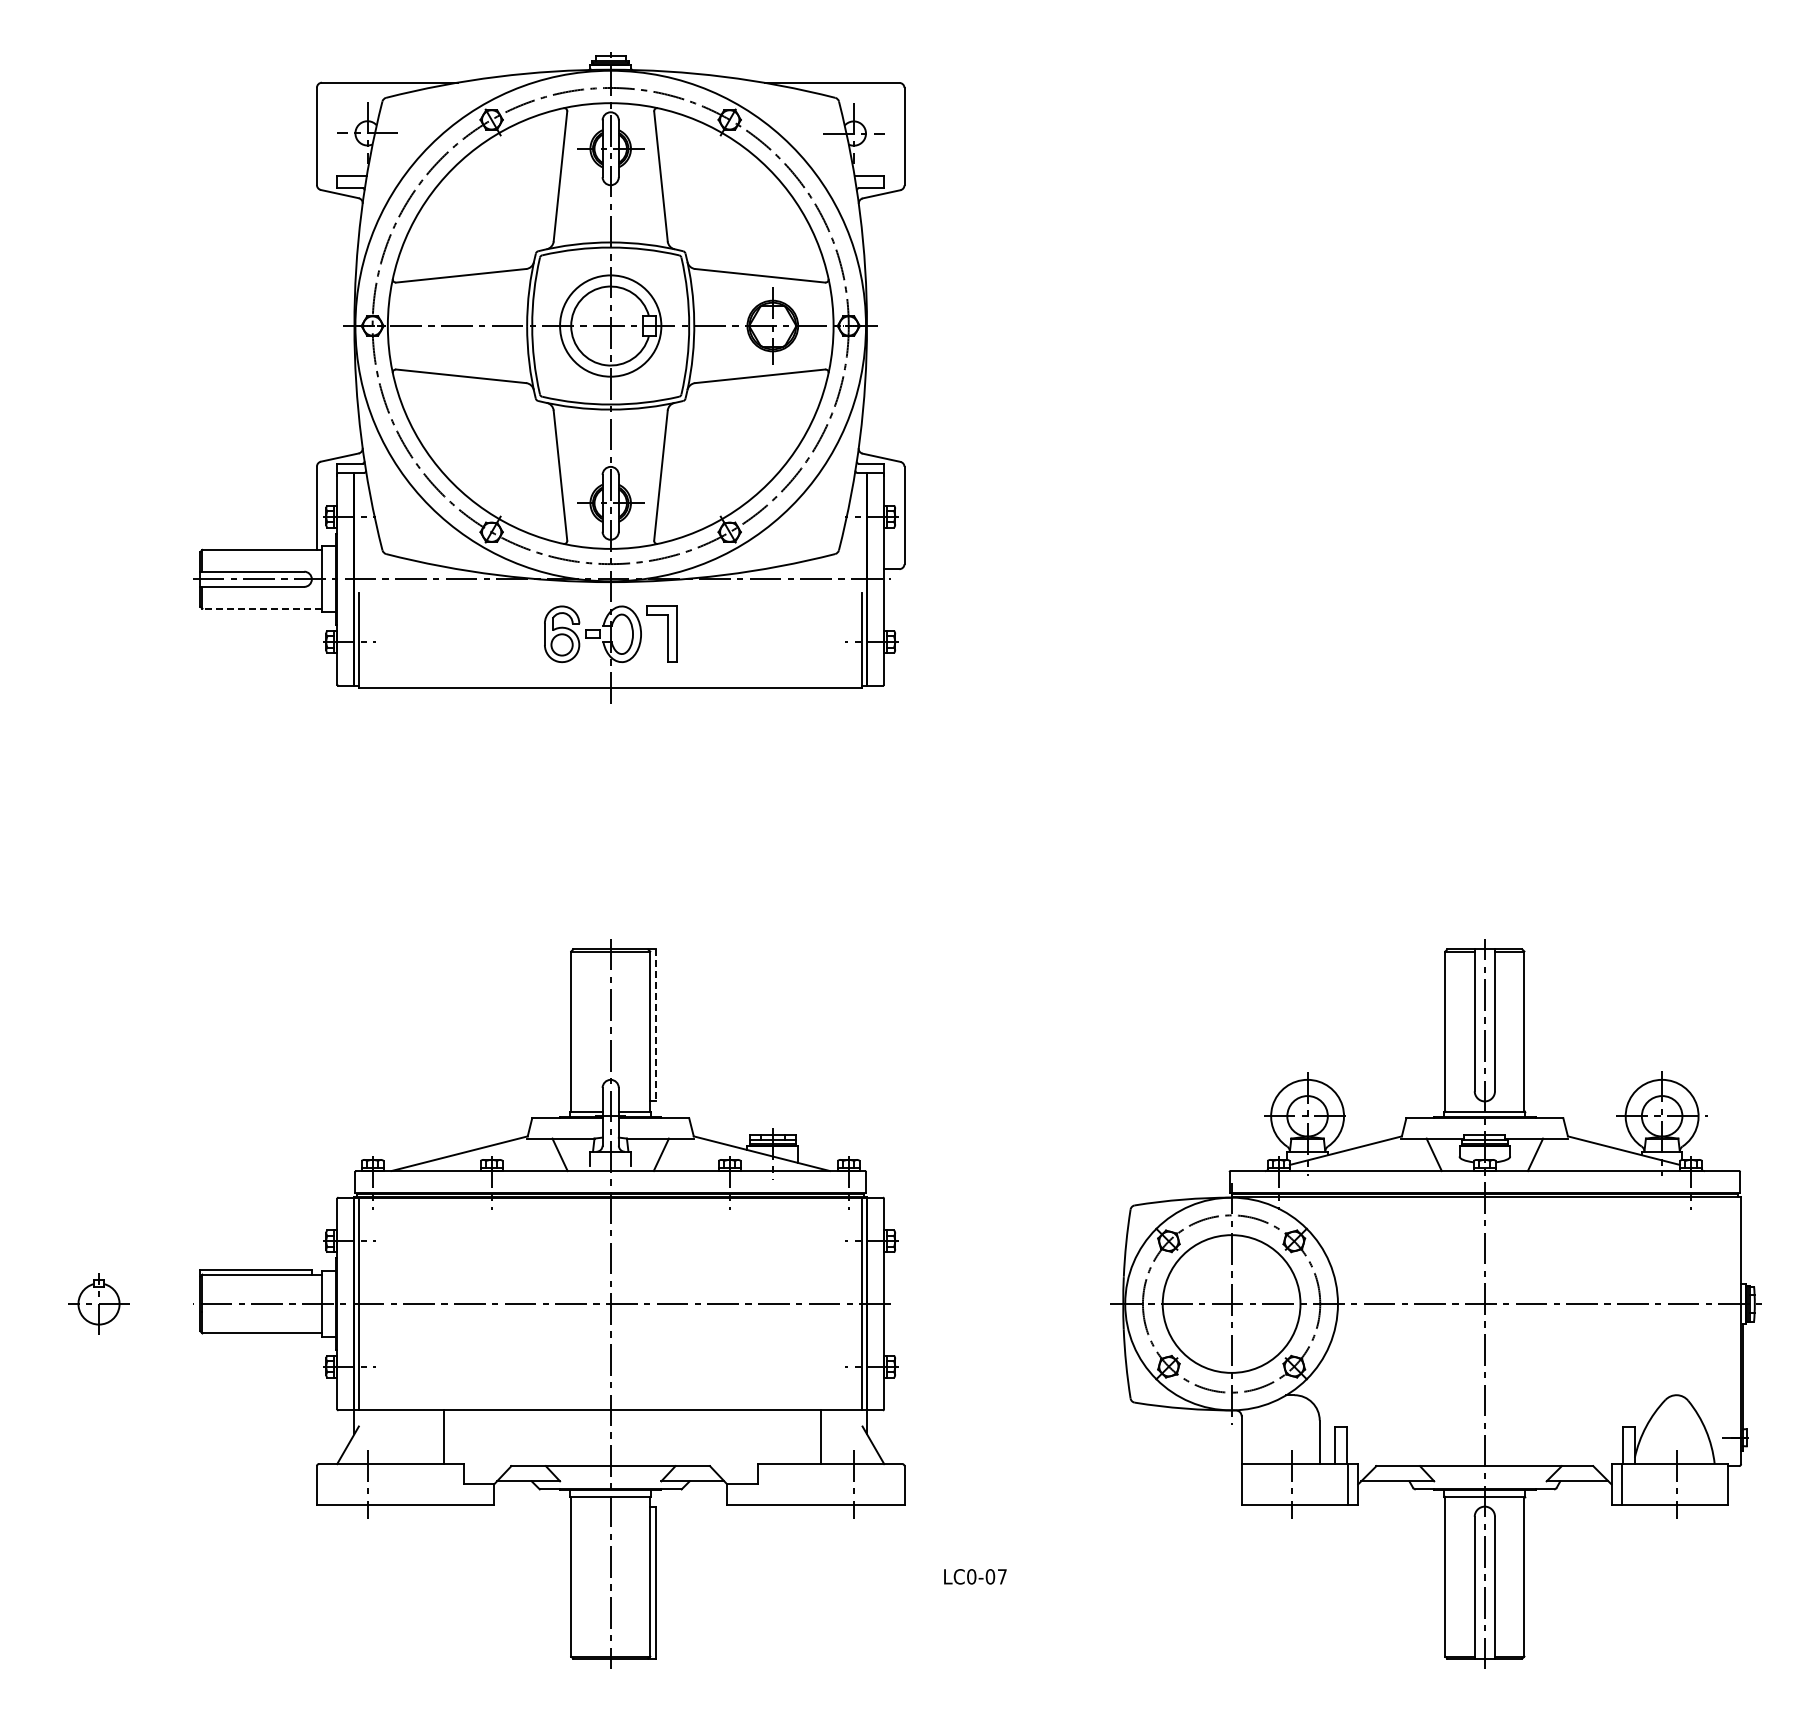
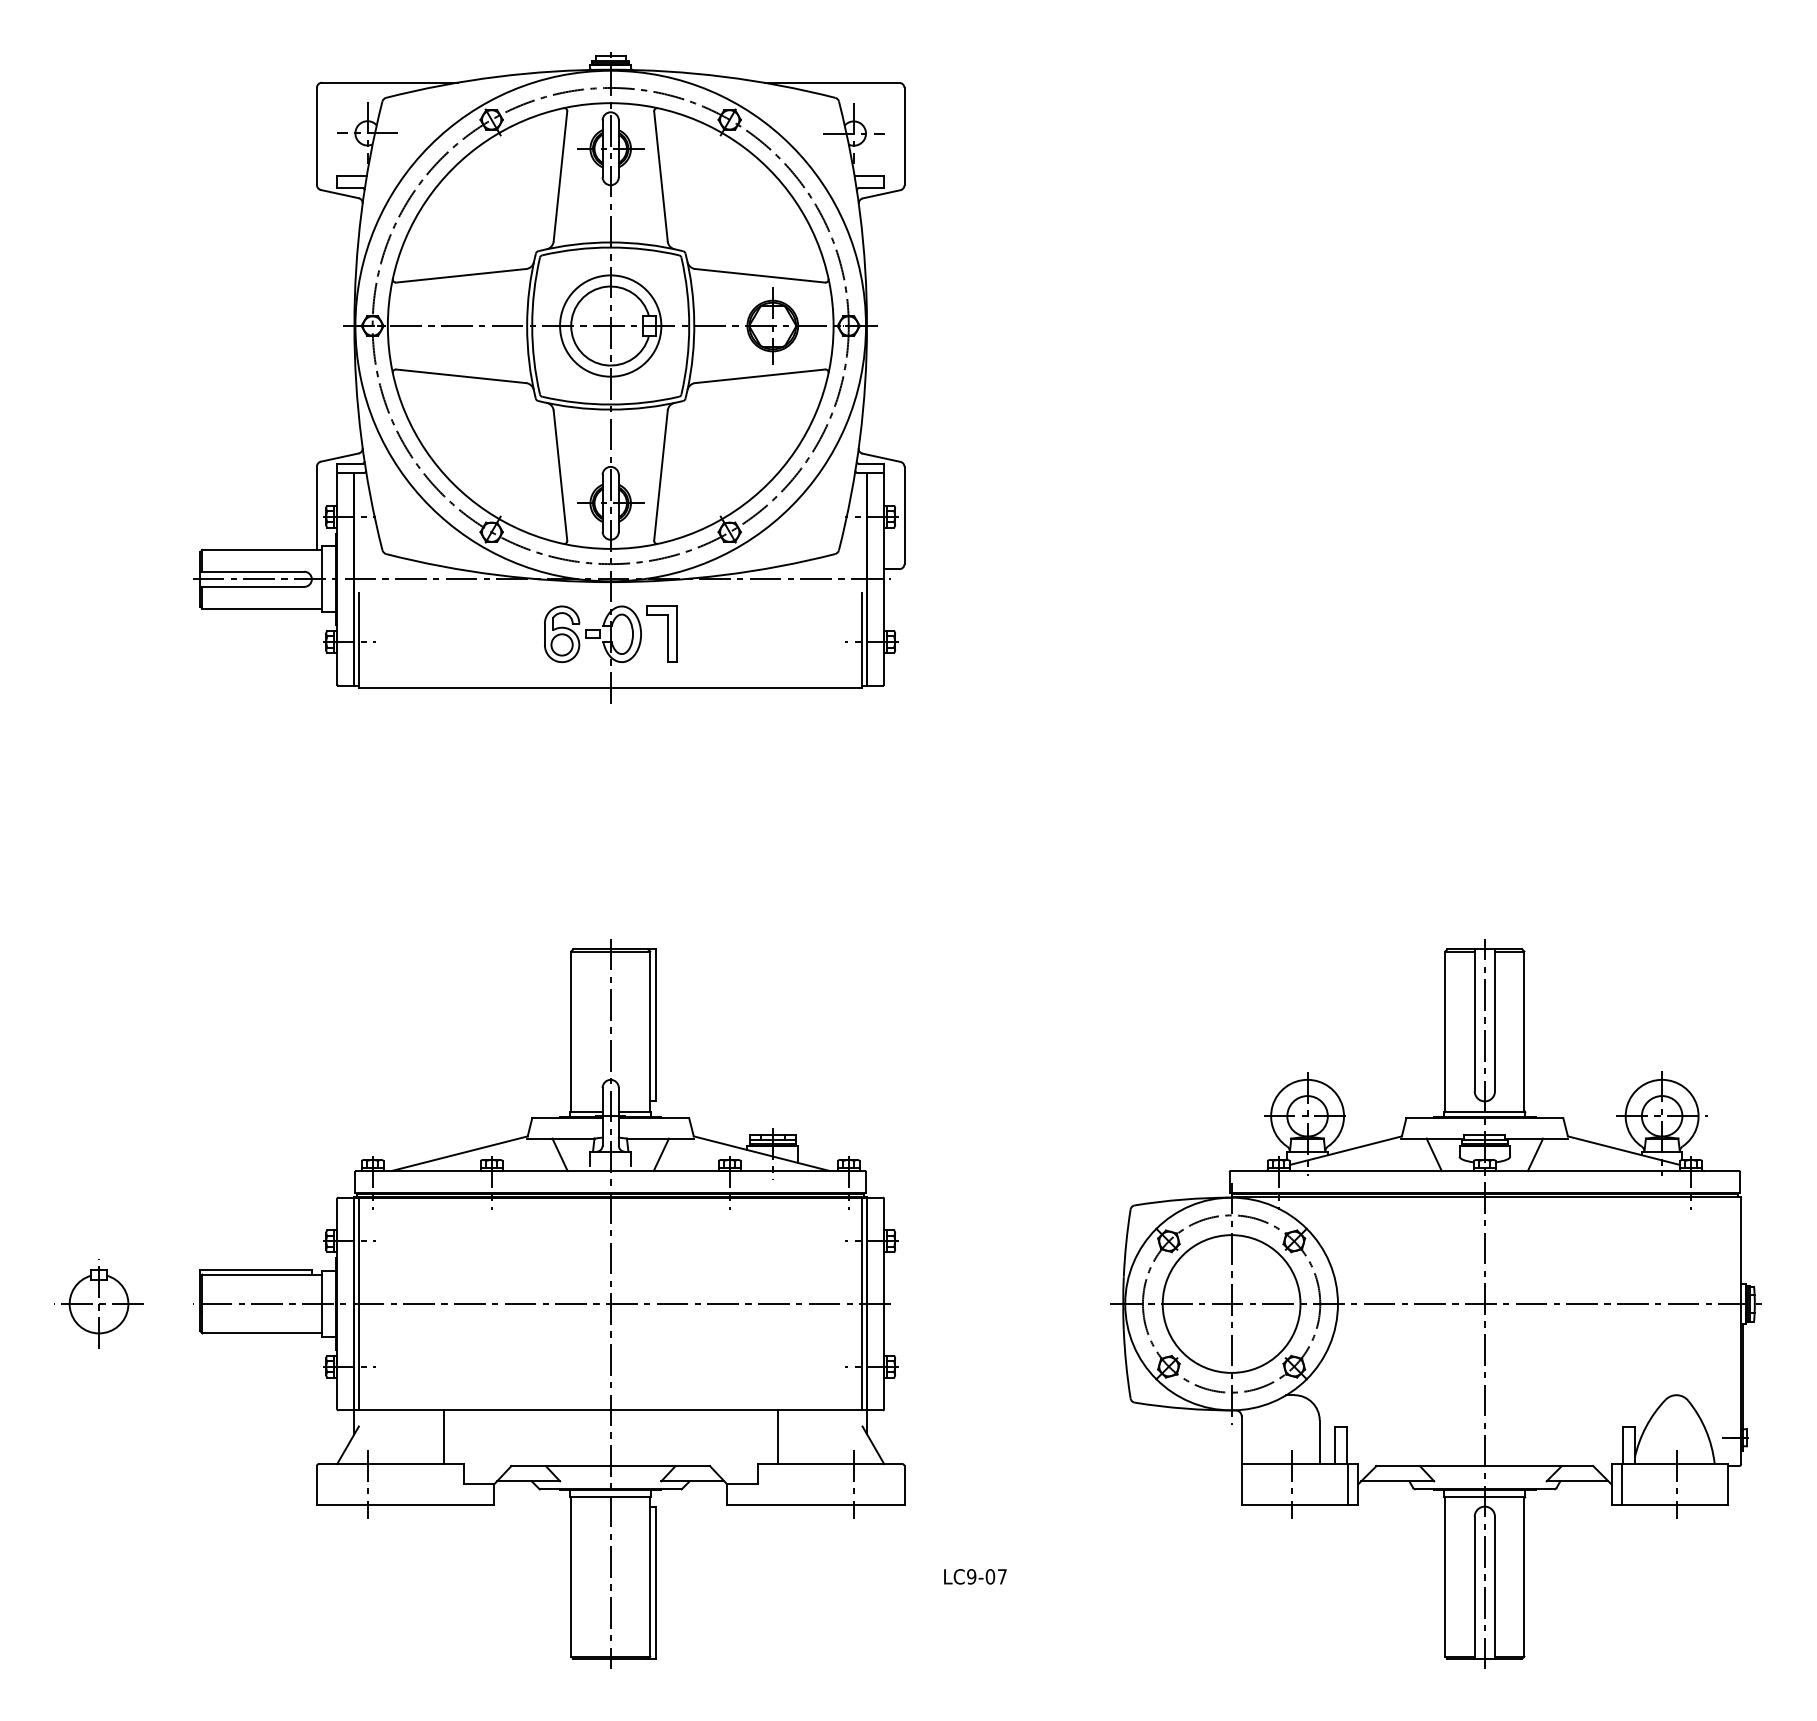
line at (262, 608): dashed -> solid
line at (656, 1025): dashed -> solid
part at (98, 1303) size: 62x62 px -> 90x90 px
line at (820, 1437) position: (820, 1437) -> (777, 1437)
text at (971, 1576): LC0-07 -> LC9-07
